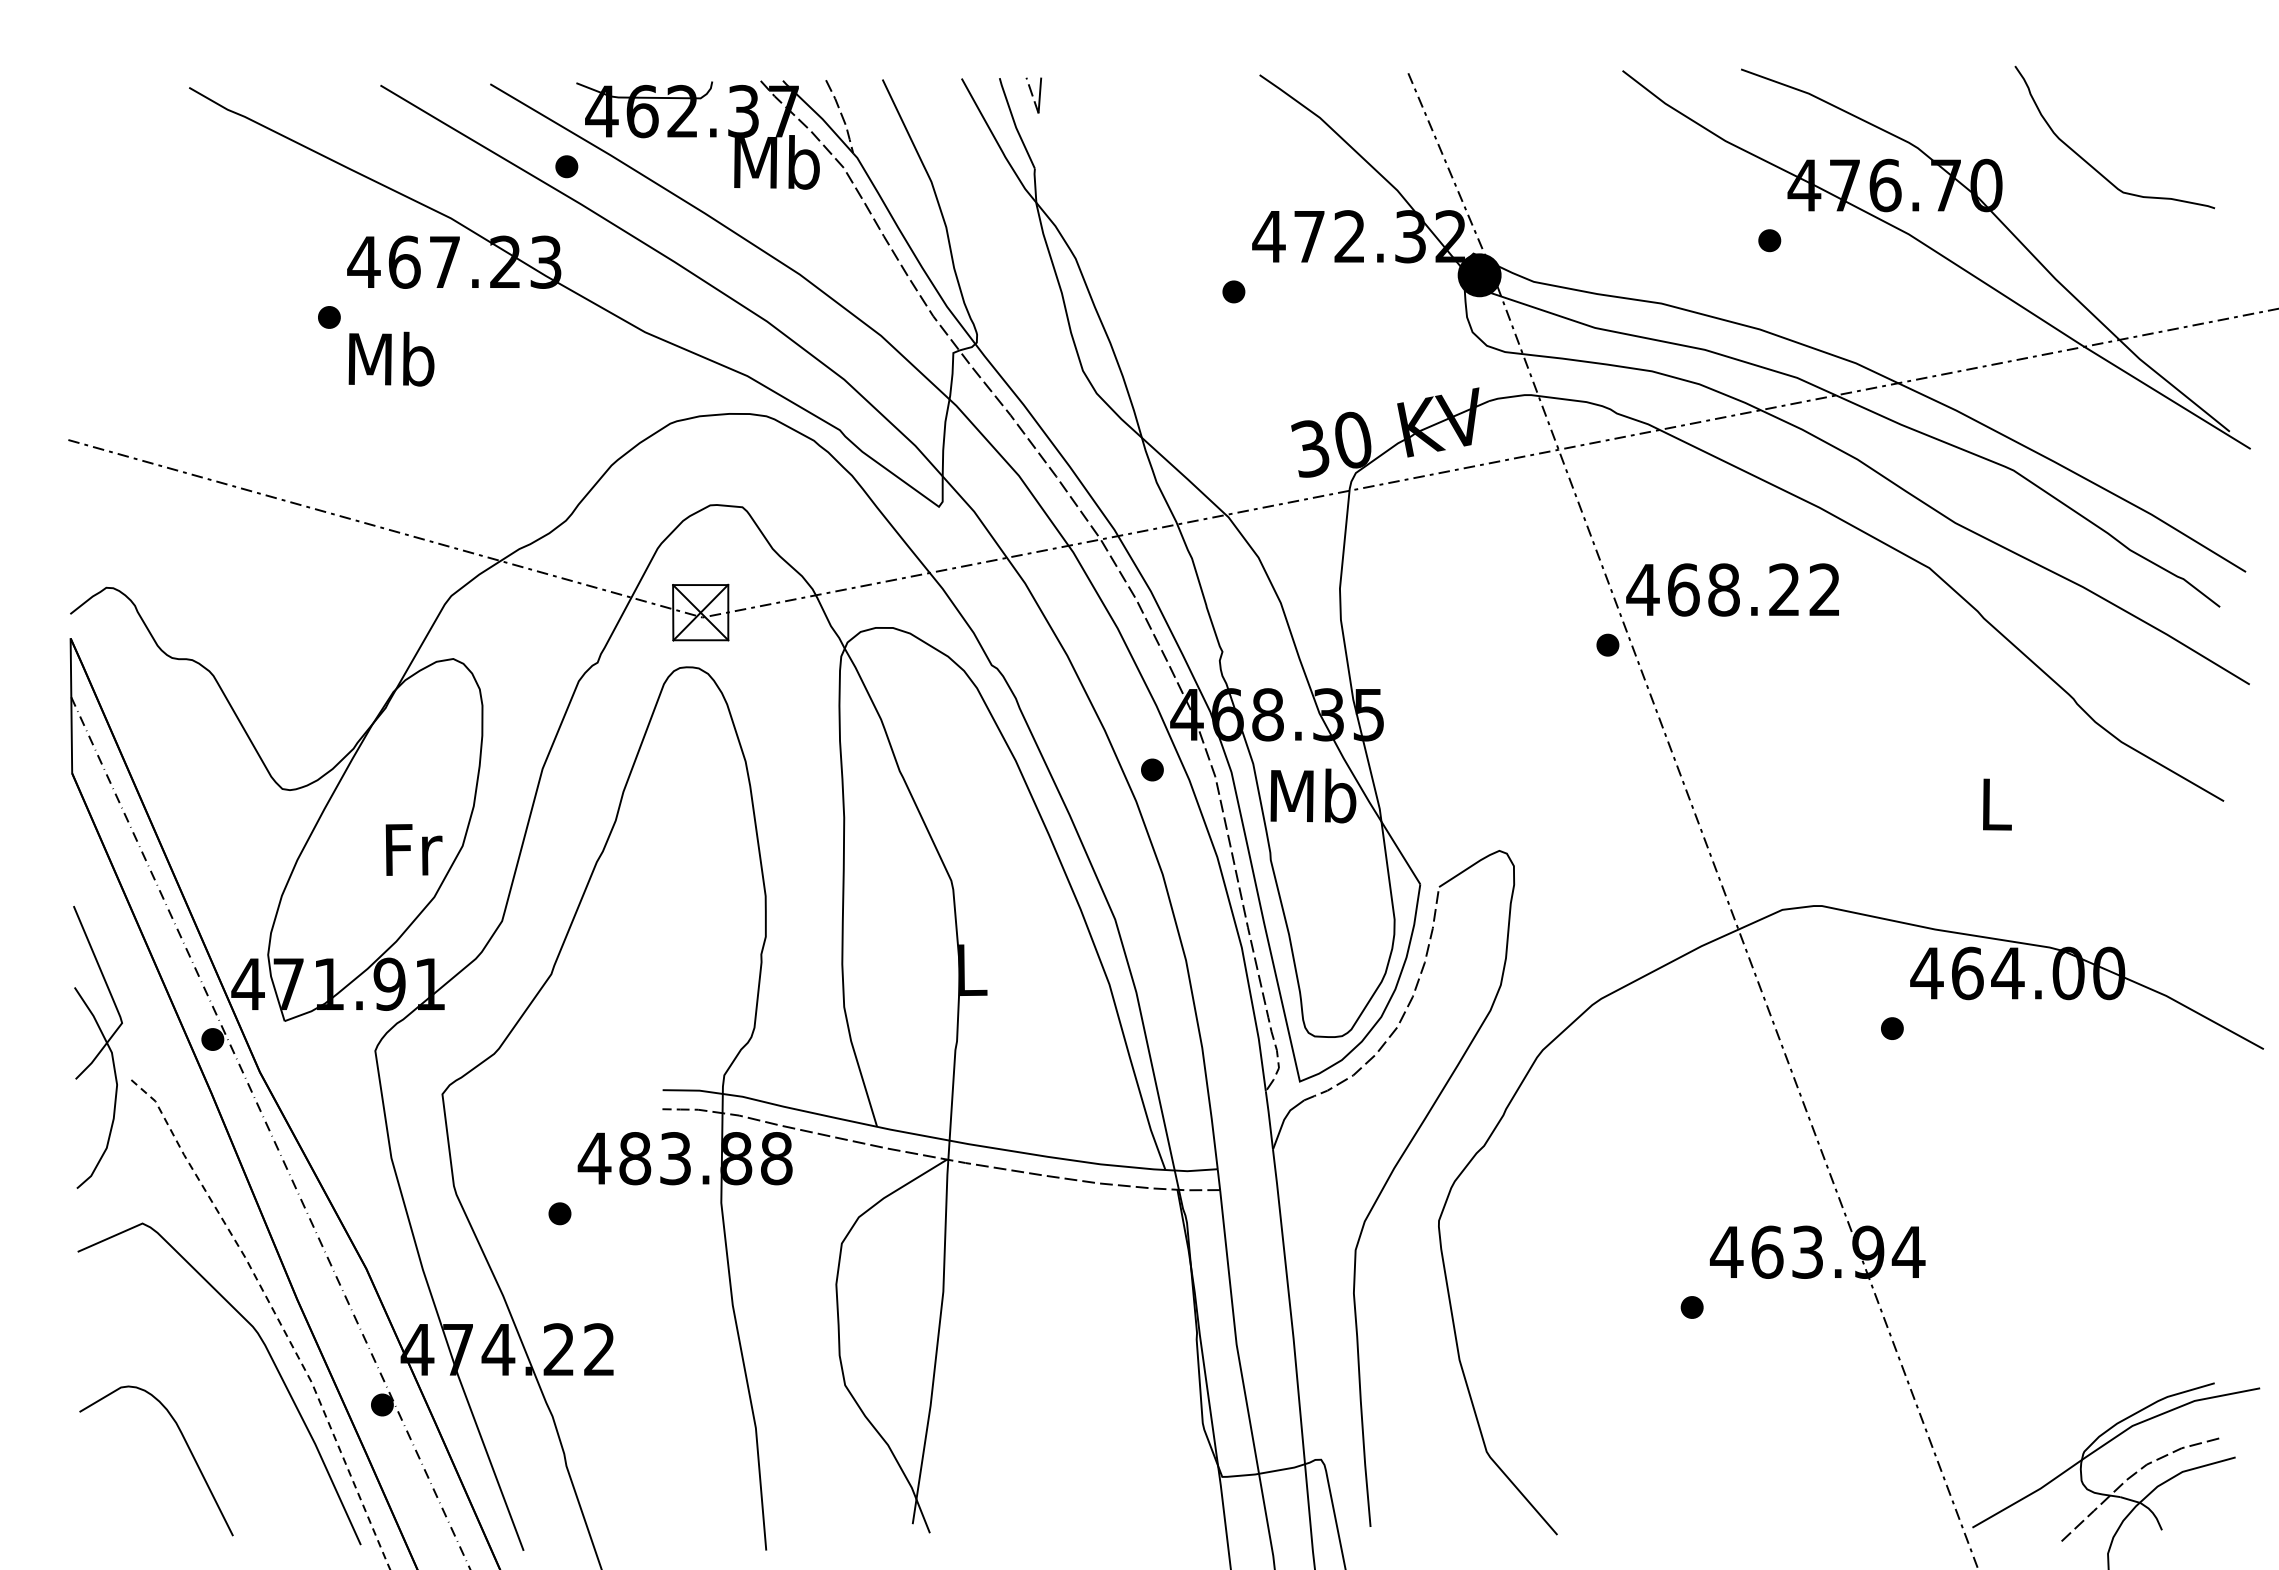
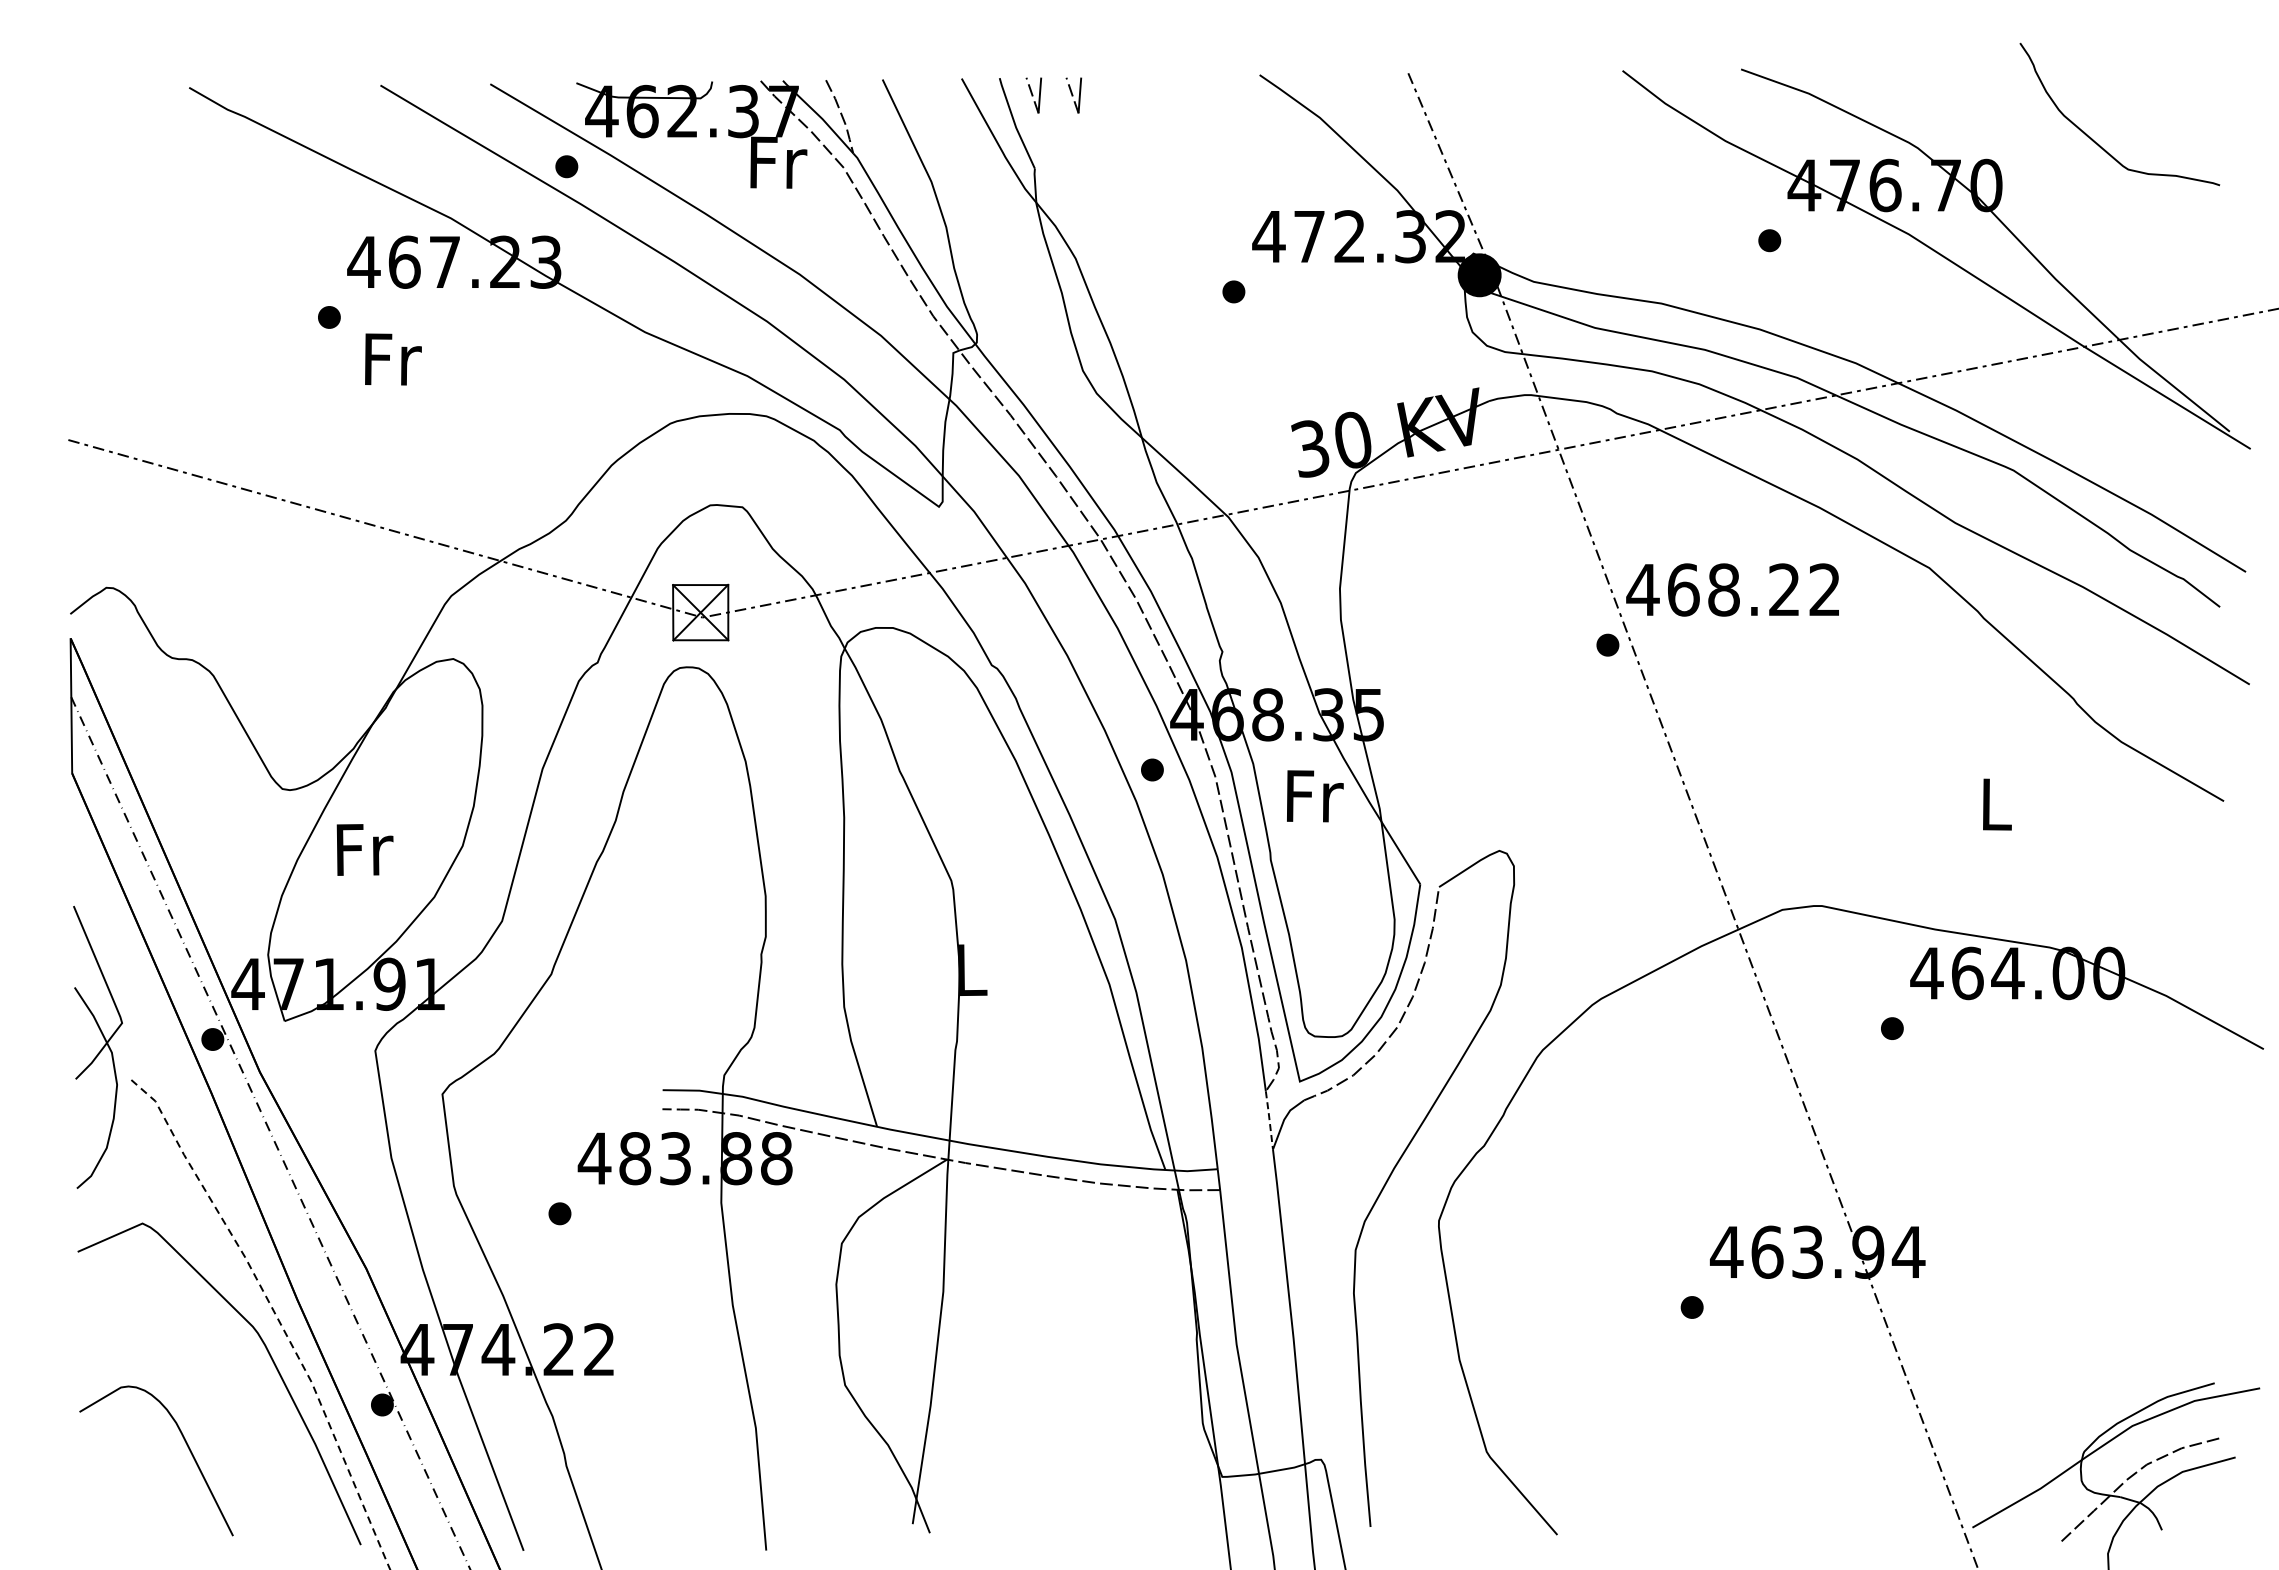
part at (1073, 95): none -> present
text at (776, 162): Mb -> Fr
curve at (2093, 166) position: (2093, 166) -> (2098, 143)
text at (391, 358): Mb -> Fr
text at (1313, 795): Mb -> Fr
text at (413, 849) position: (413, 849) -> (364, 849)
line at (1269, 1120): solid -> dashed
